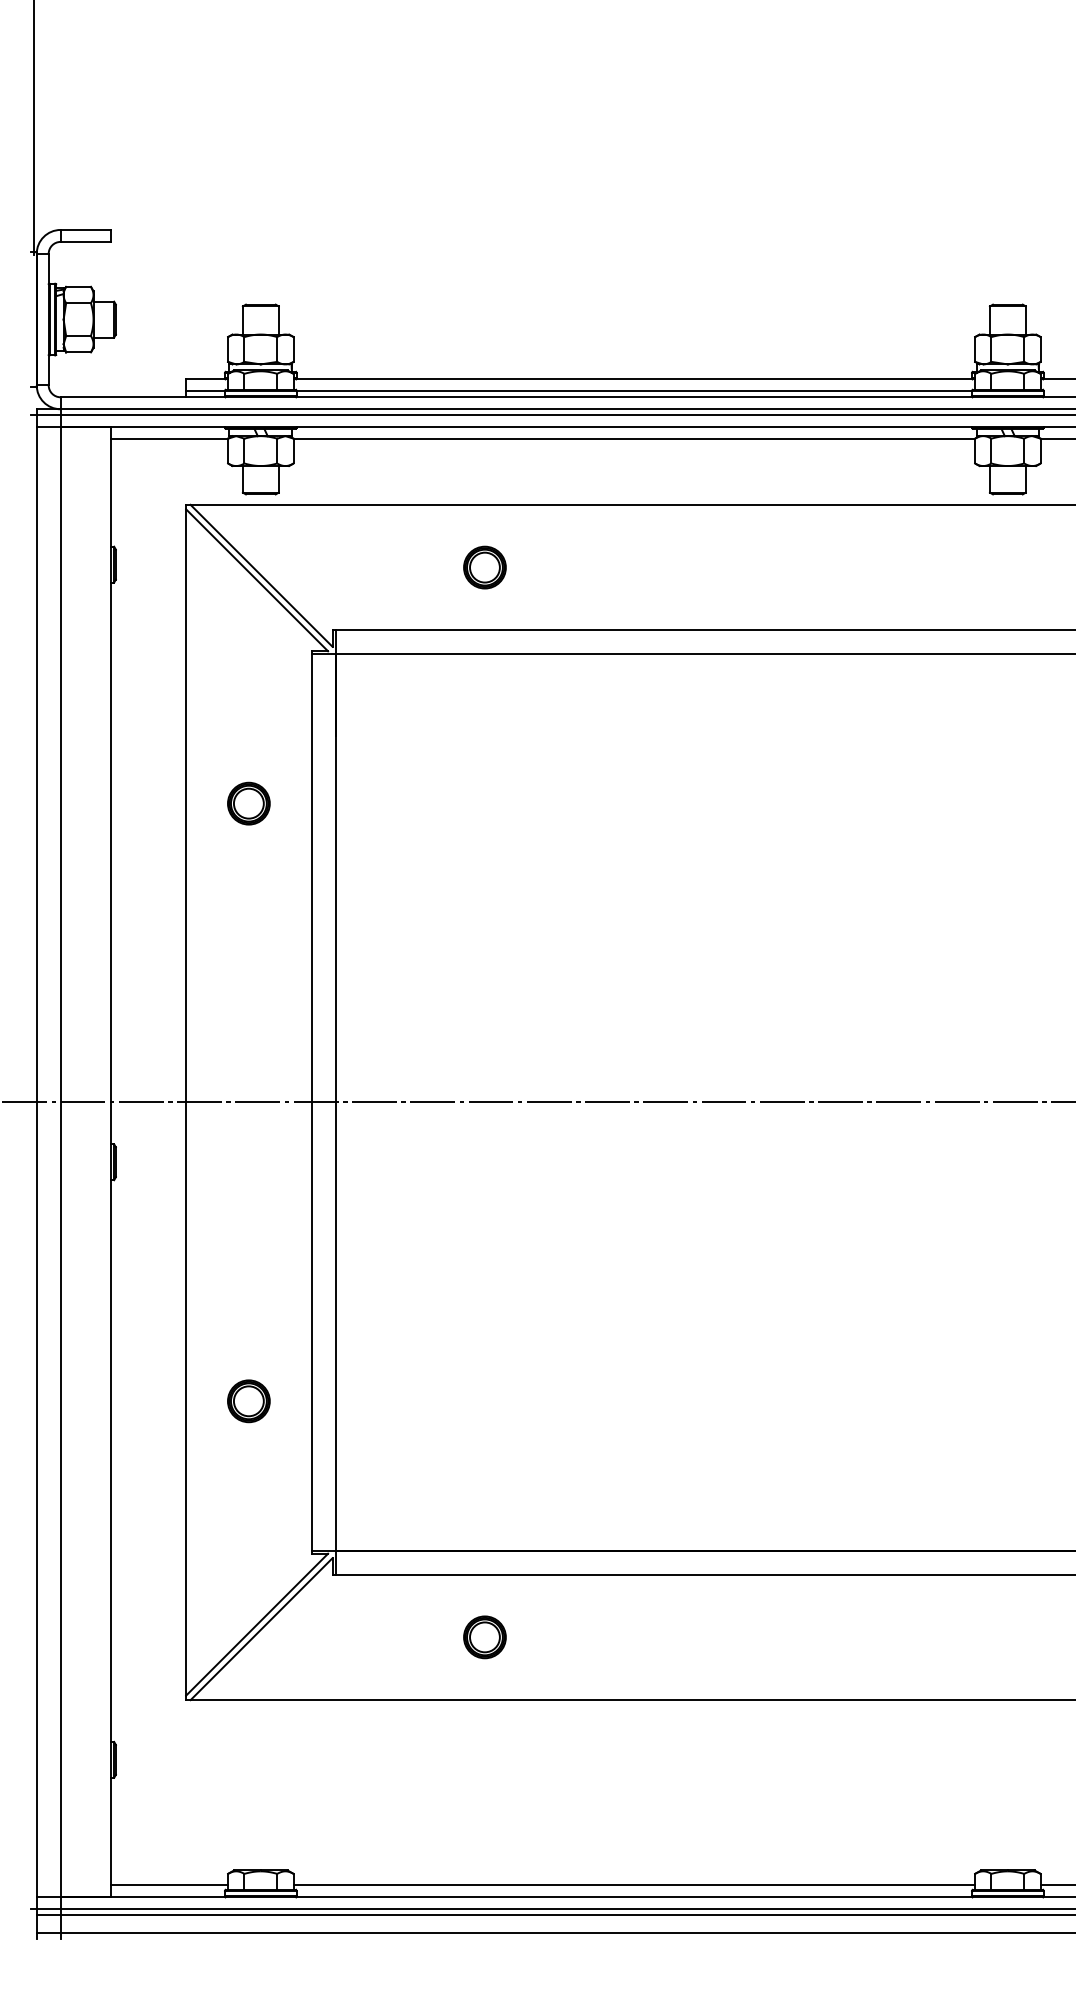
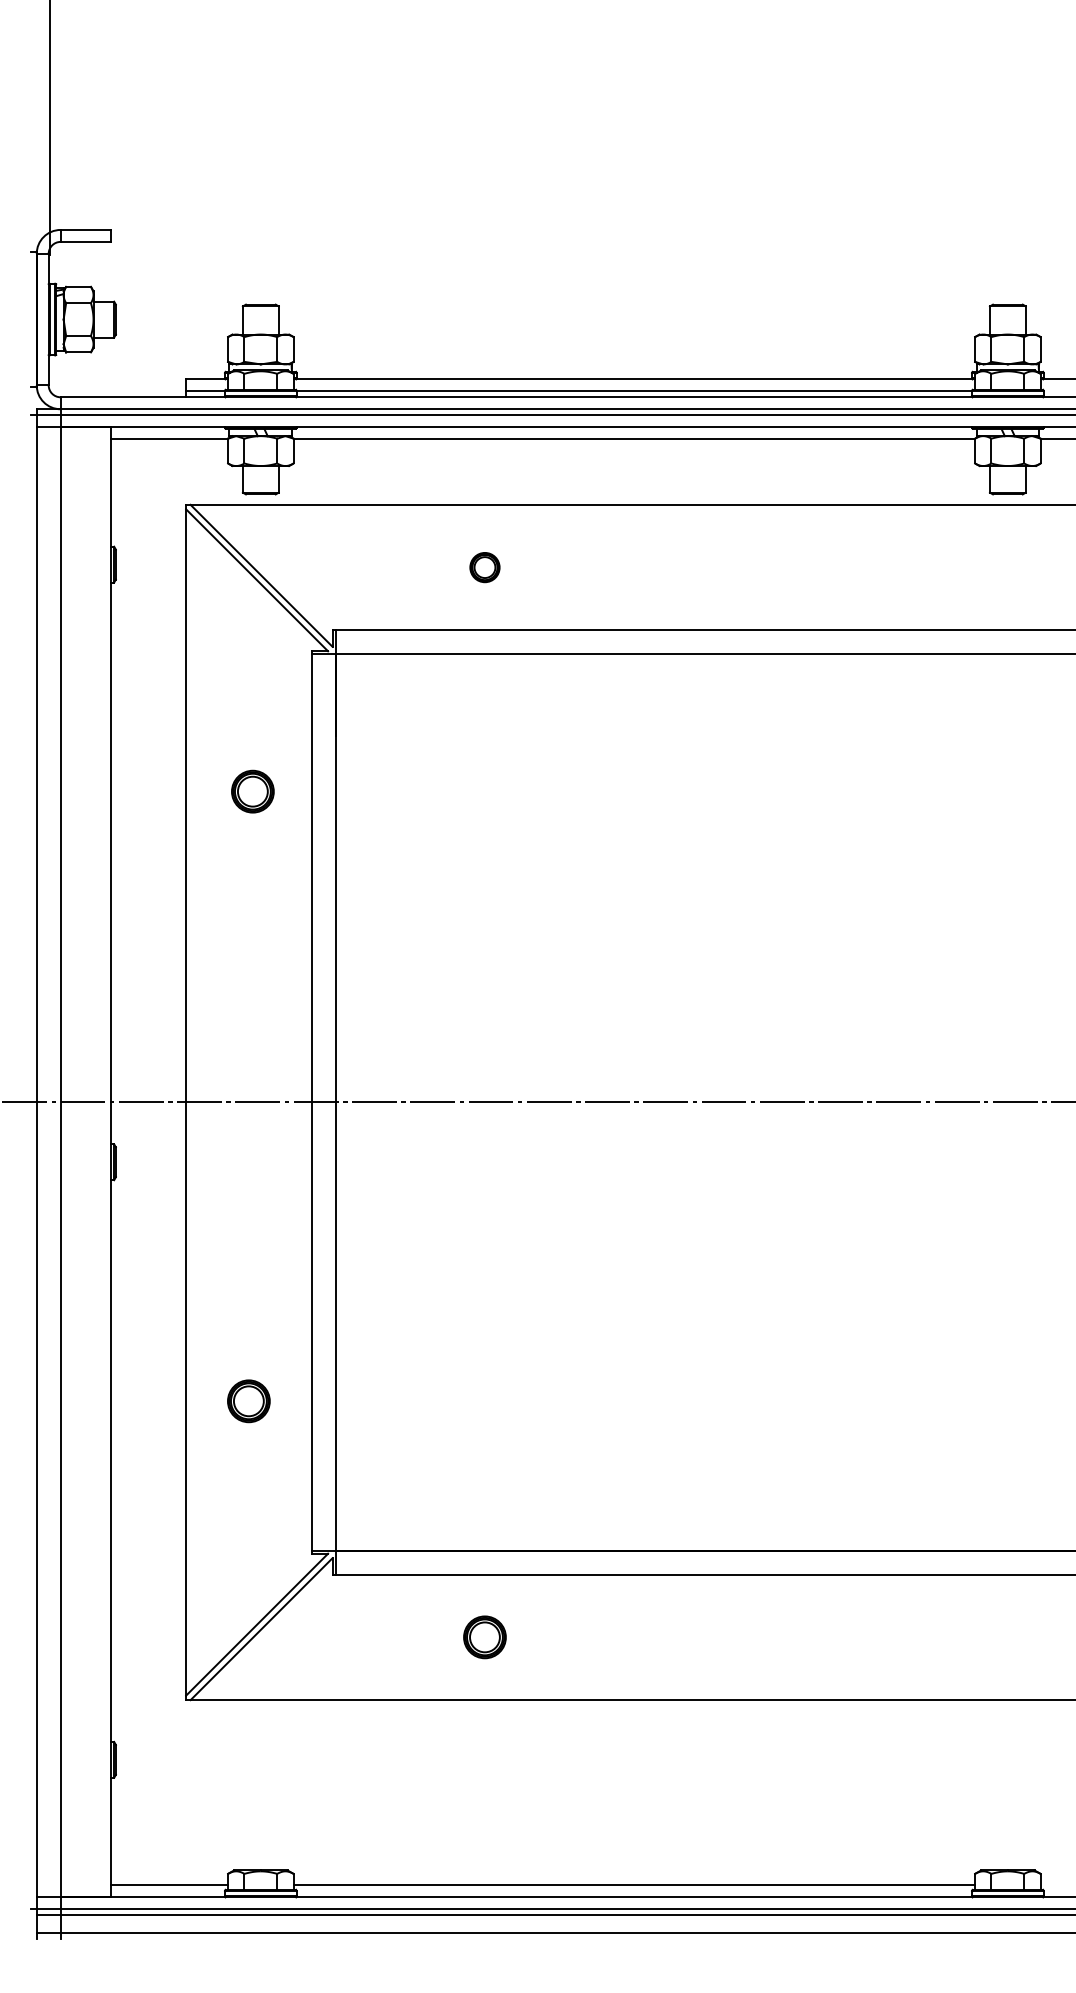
line at (33, 128) position: (33, 128) -> (49, 128)
part at (484, 567) size: 44x45 px -> 32x32 px
part at (248, 803) position: (248, 803) -> (252, 791)
line at (1056, 1885): present -> none
